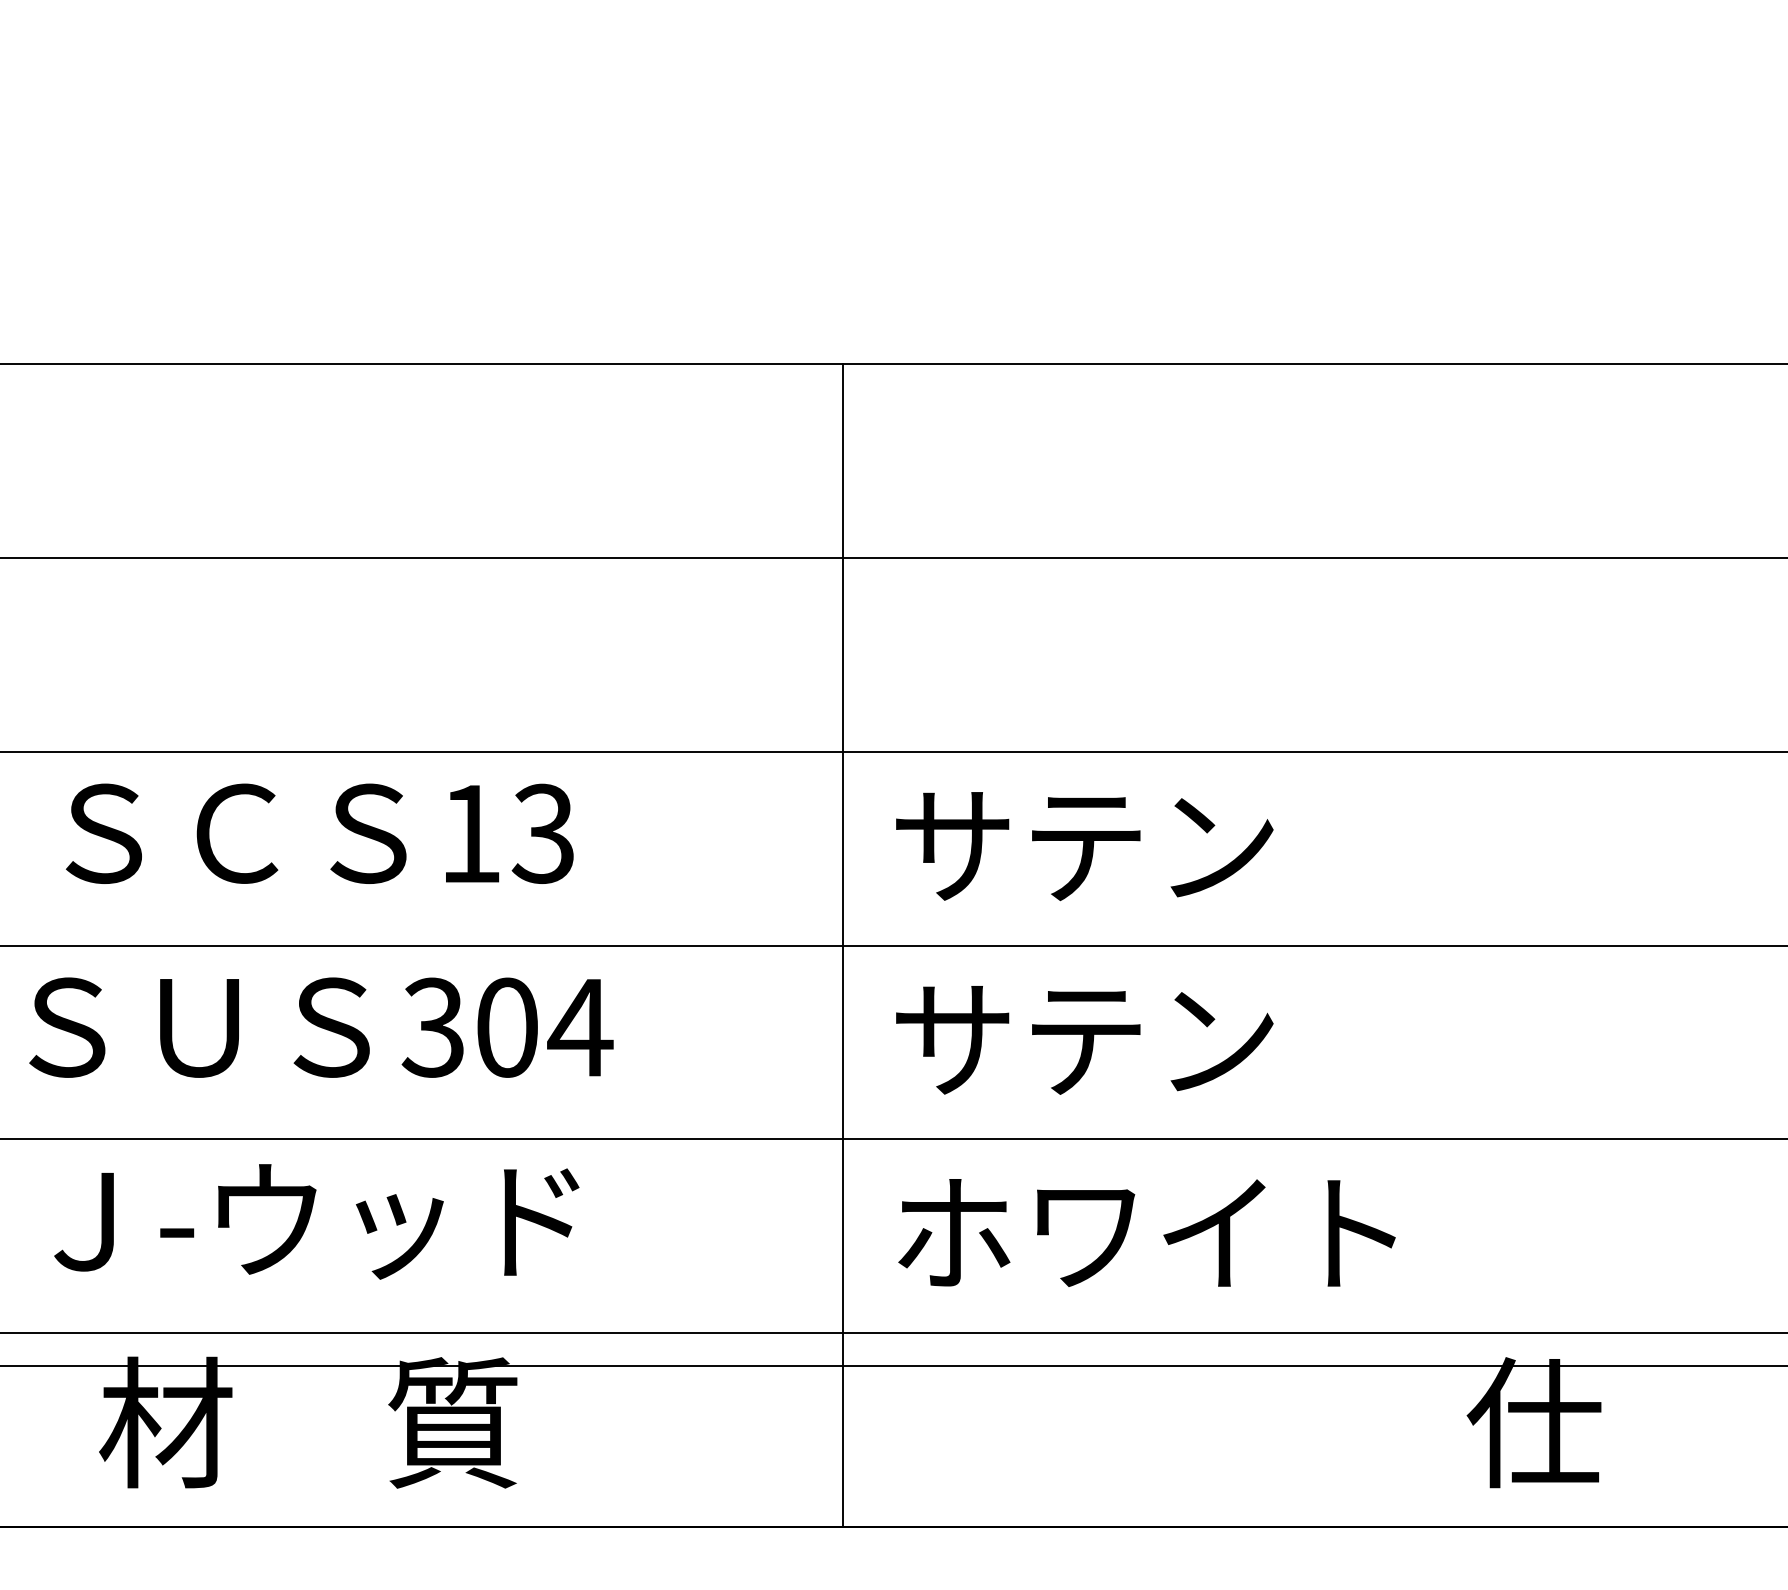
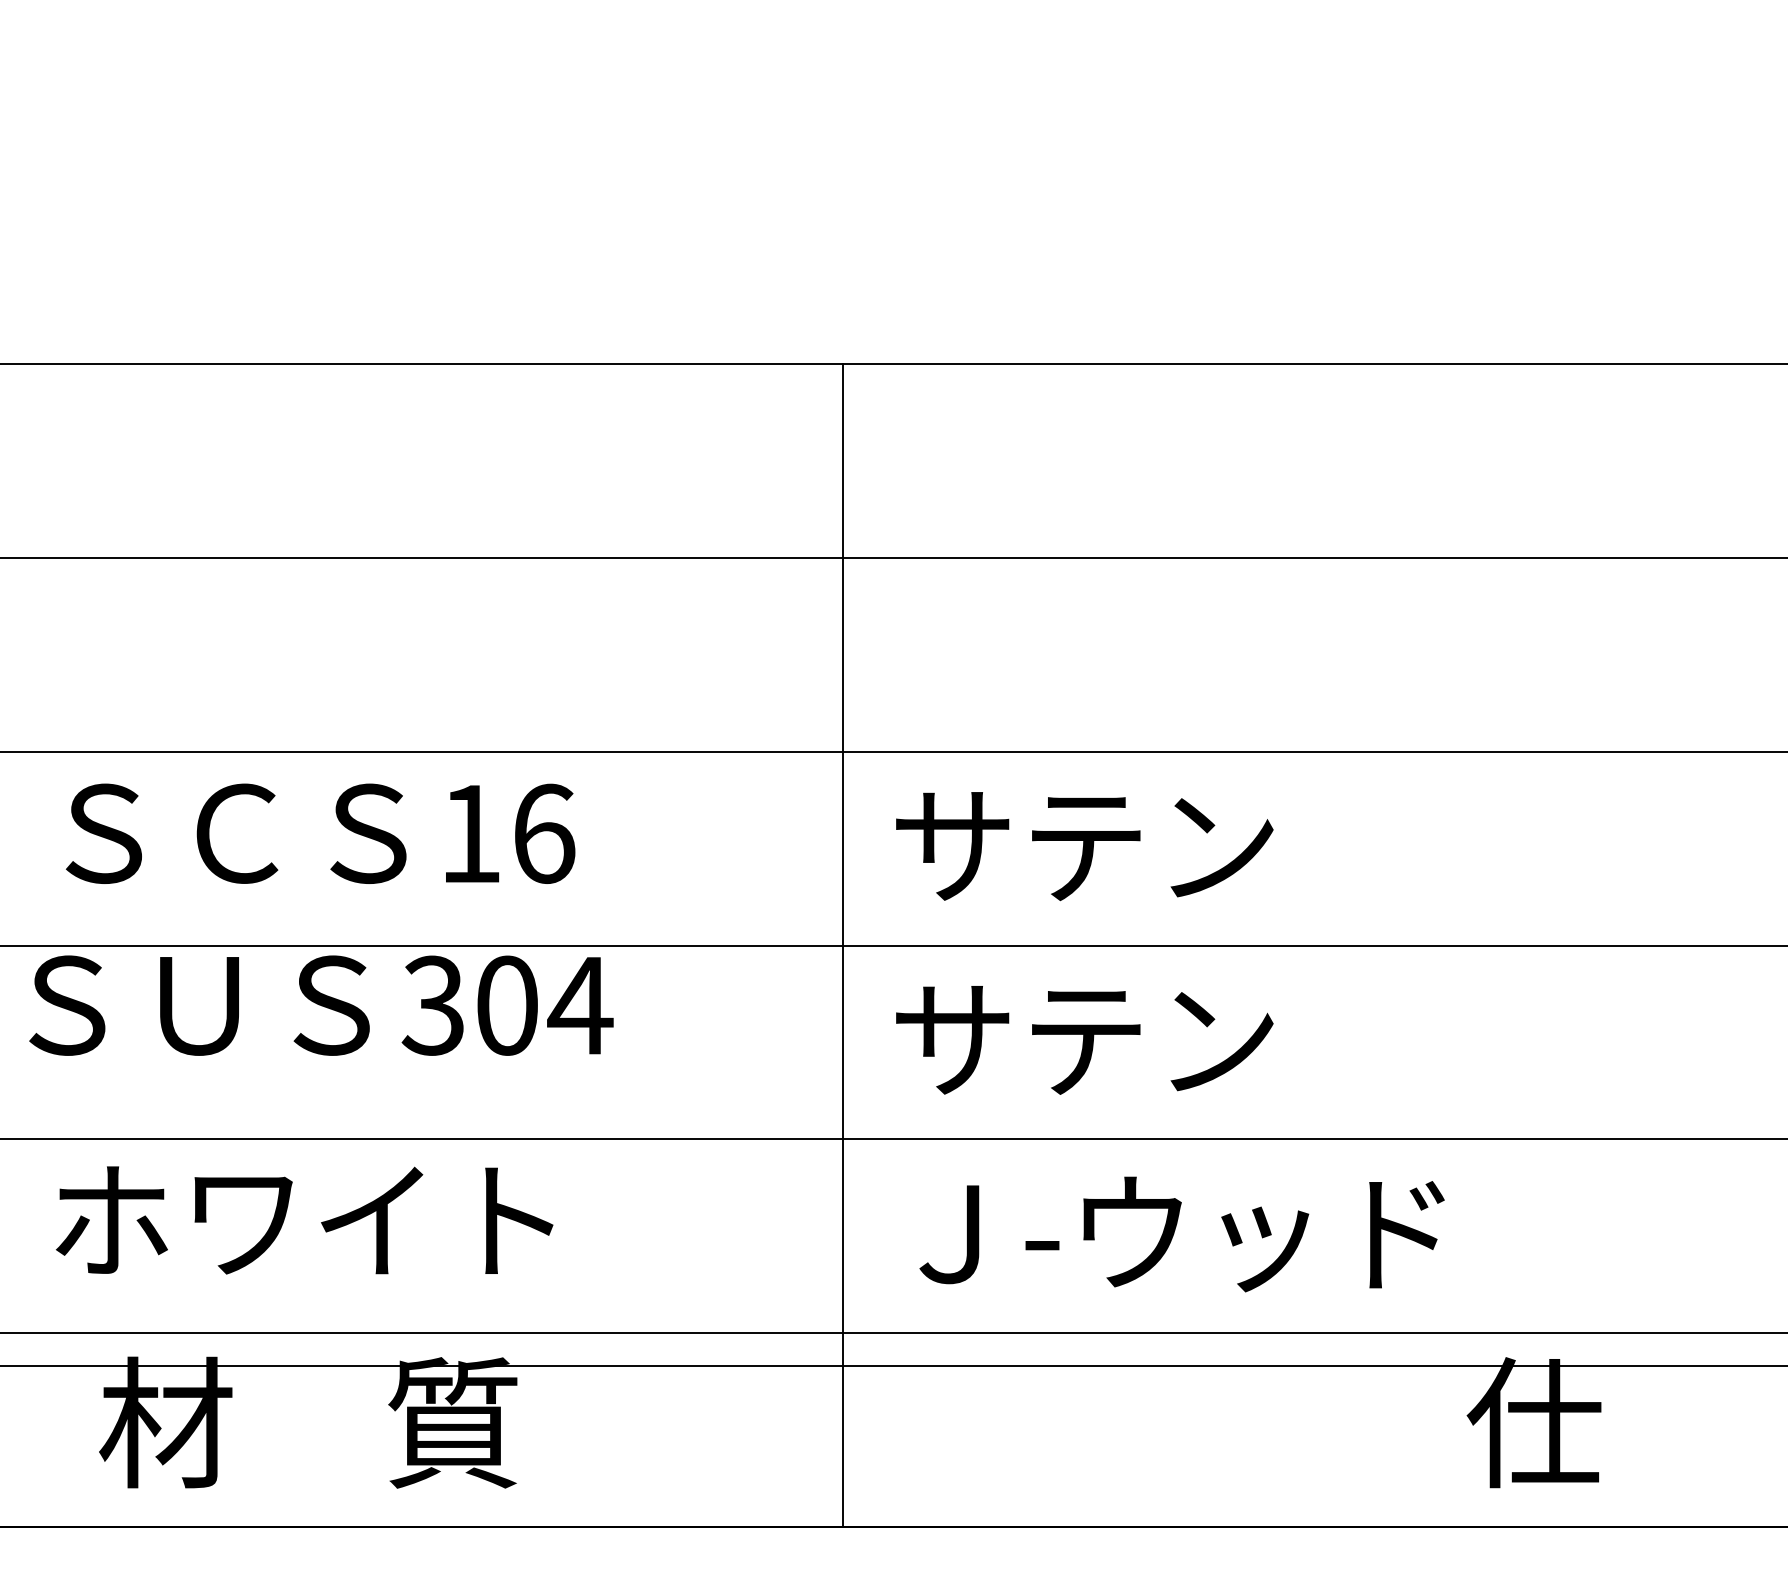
text at (543, 833): 13 -> 16
text at (321, 1027) position: (321, 1027) -> (321, 1005)
text at (316, 1221): Ｊ-ウッド -> ホワイト
text at (1171, 1234): ホワイト -> Ｊ-ウッド
